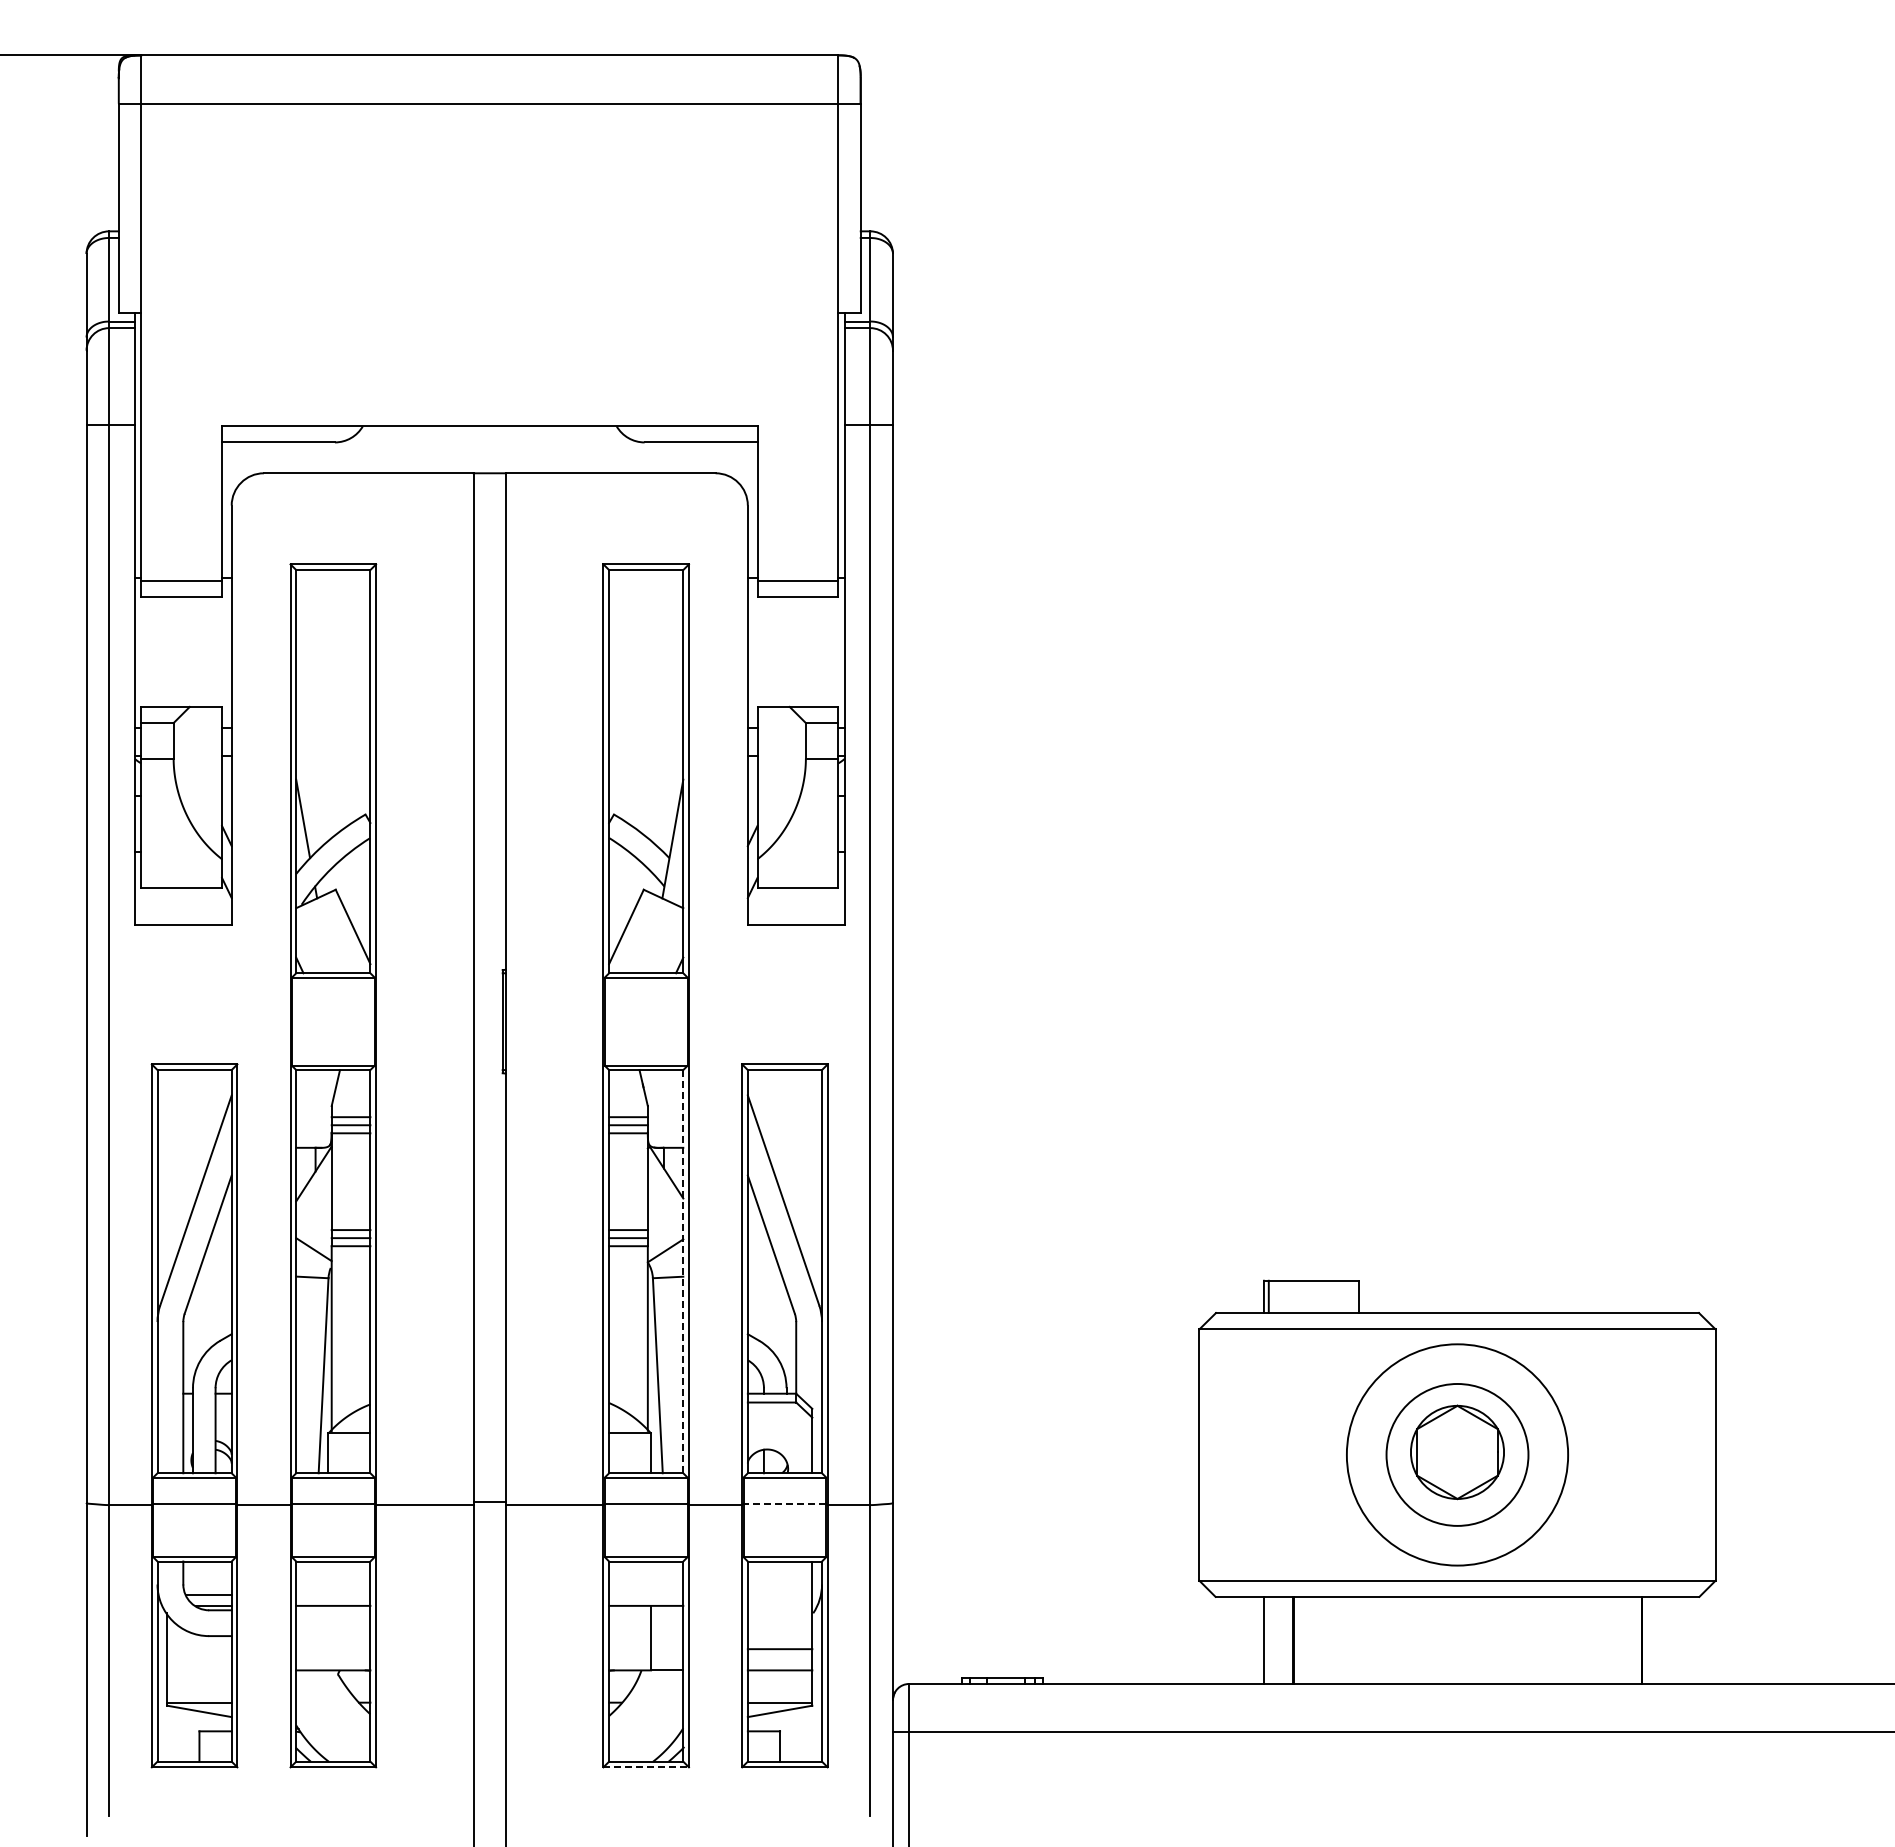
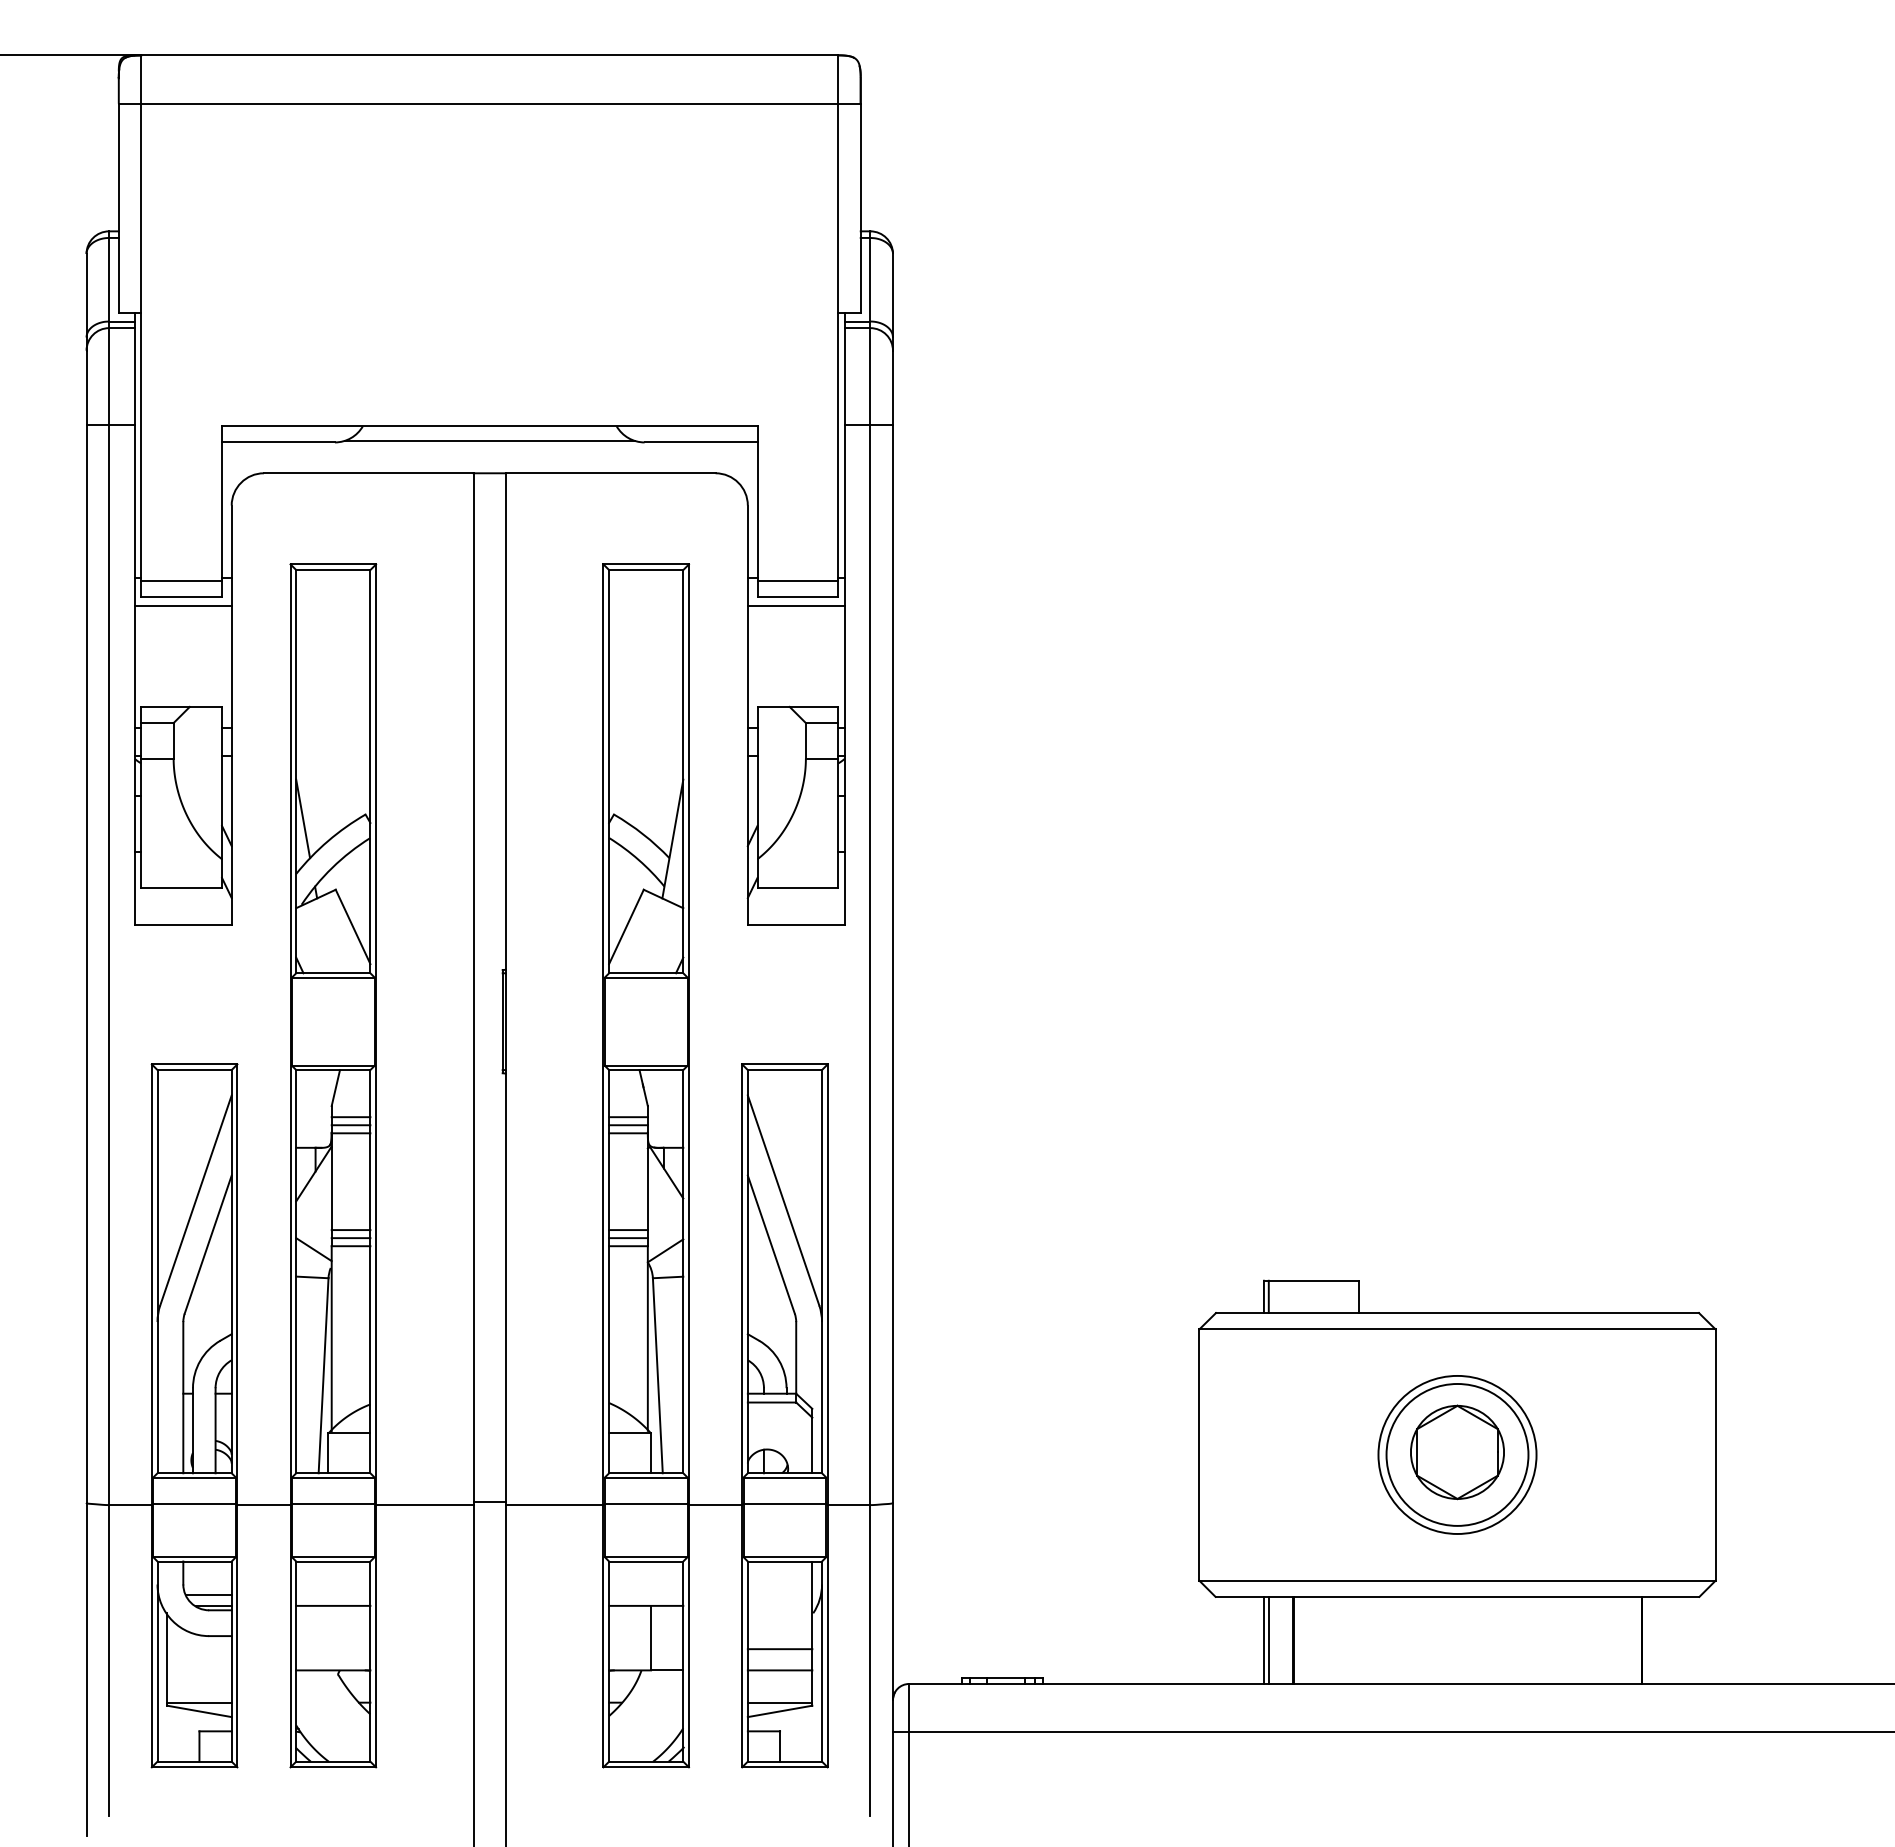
line at (489, 440): none -> present
line at (182, 605): none -> present
line at (795, 605): none -> present
line at (683, 1271): dashed -> solid
circle at (1457, 1454) diameter: 221 px -> 158 px
line at (784, 1503): dashed -> solid
line at (1268, 1639): none -> present
line at (646, 1767): dashed -> solid
